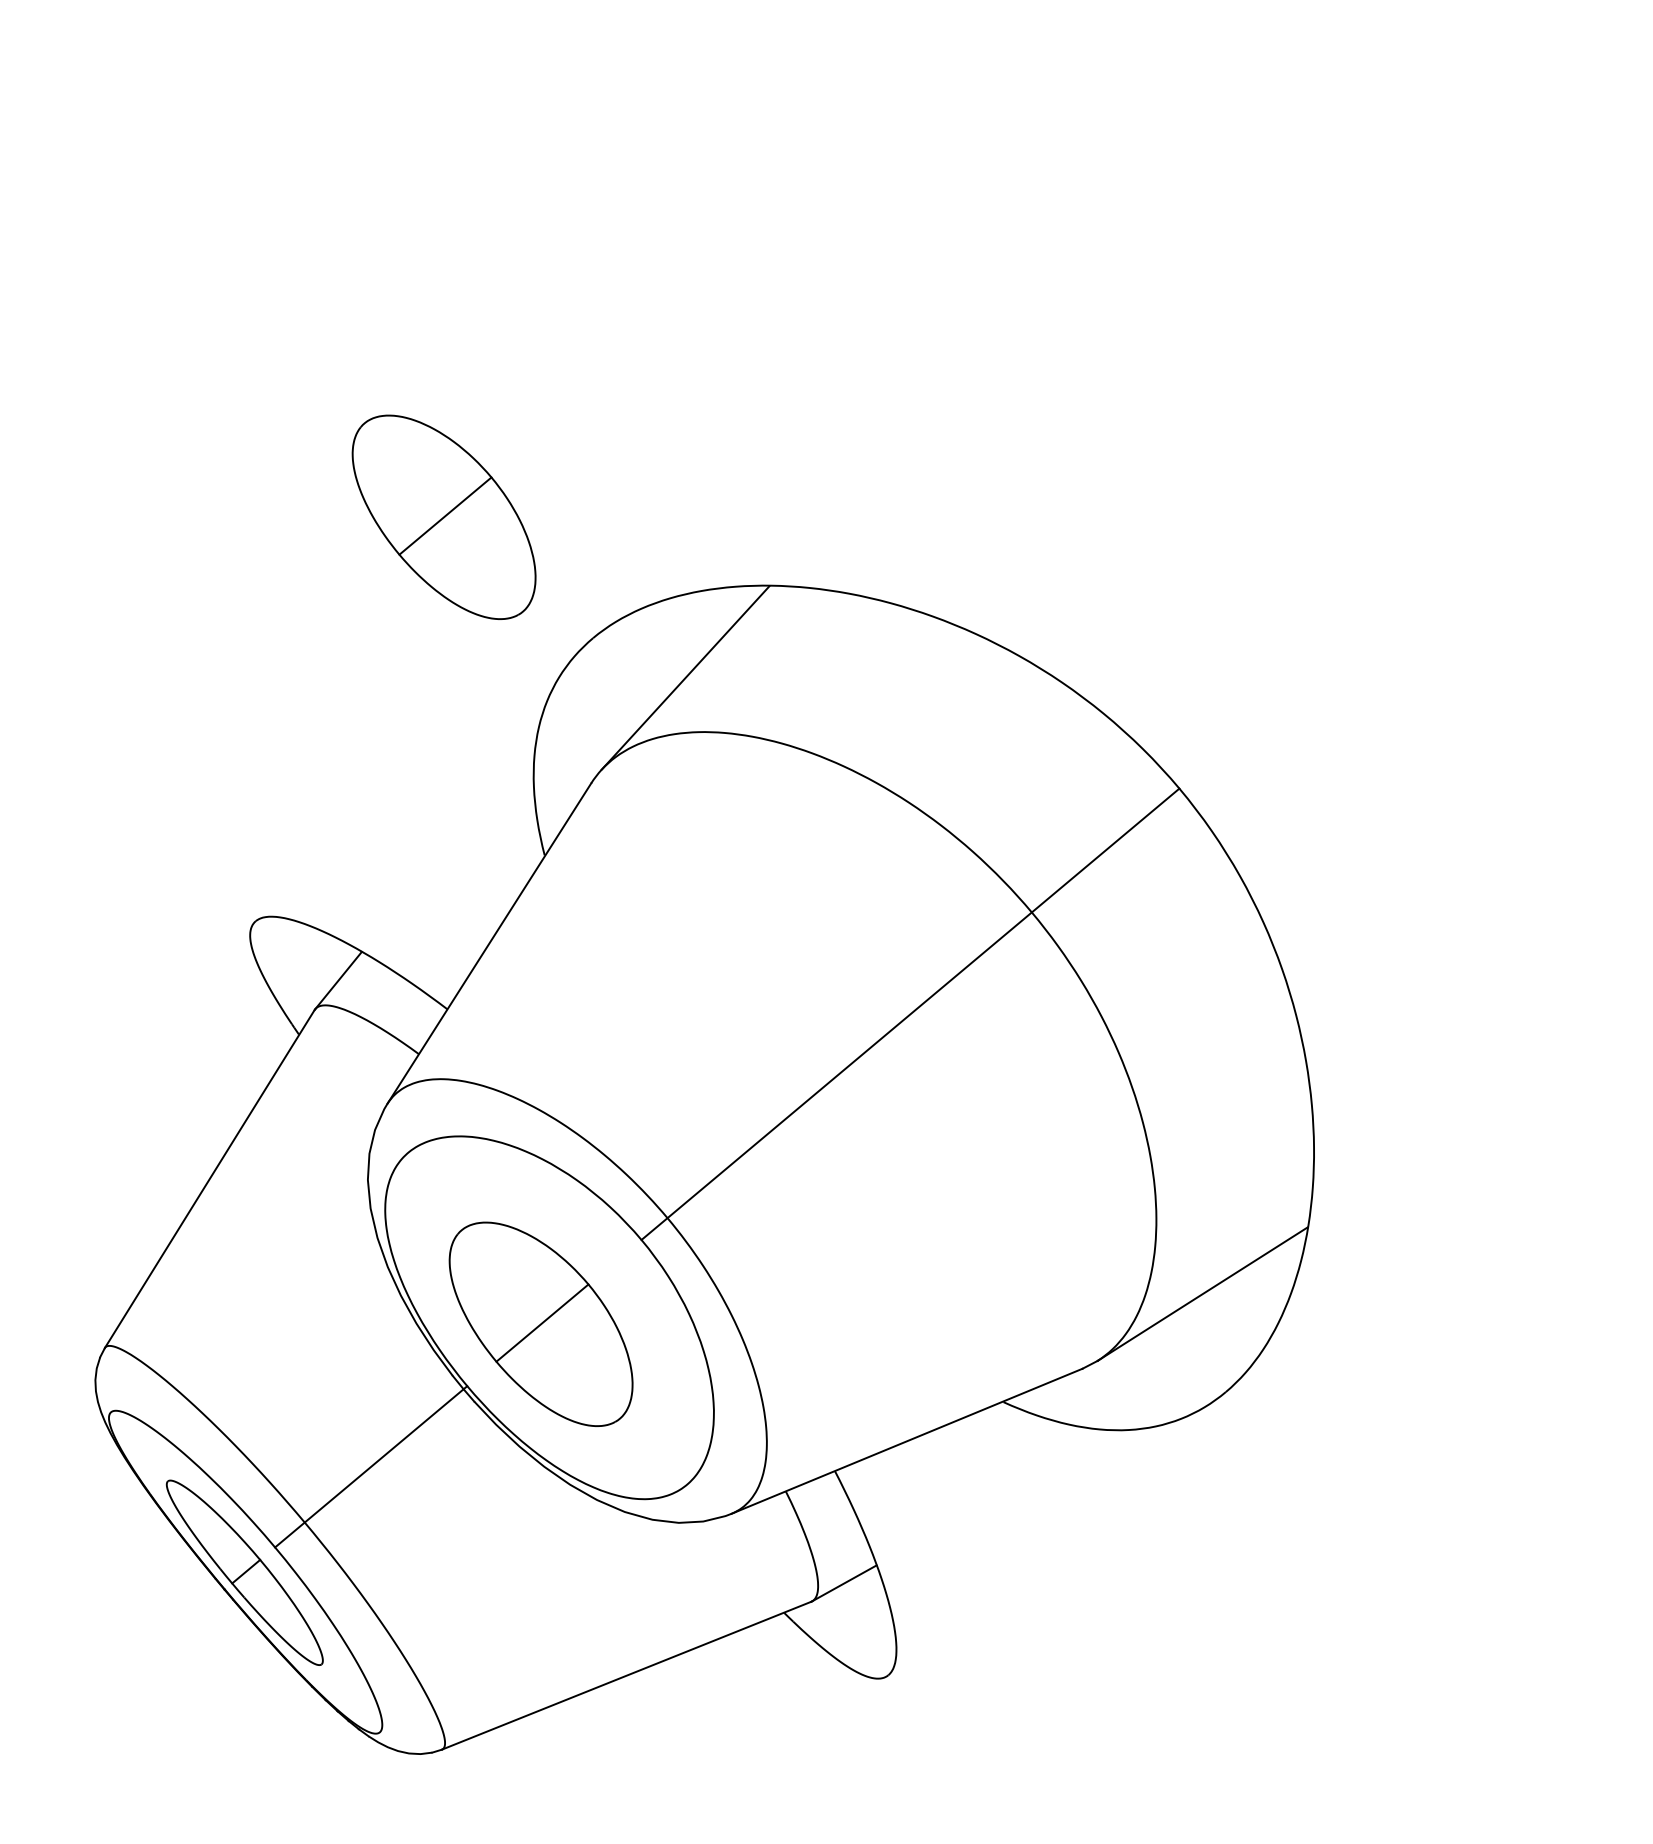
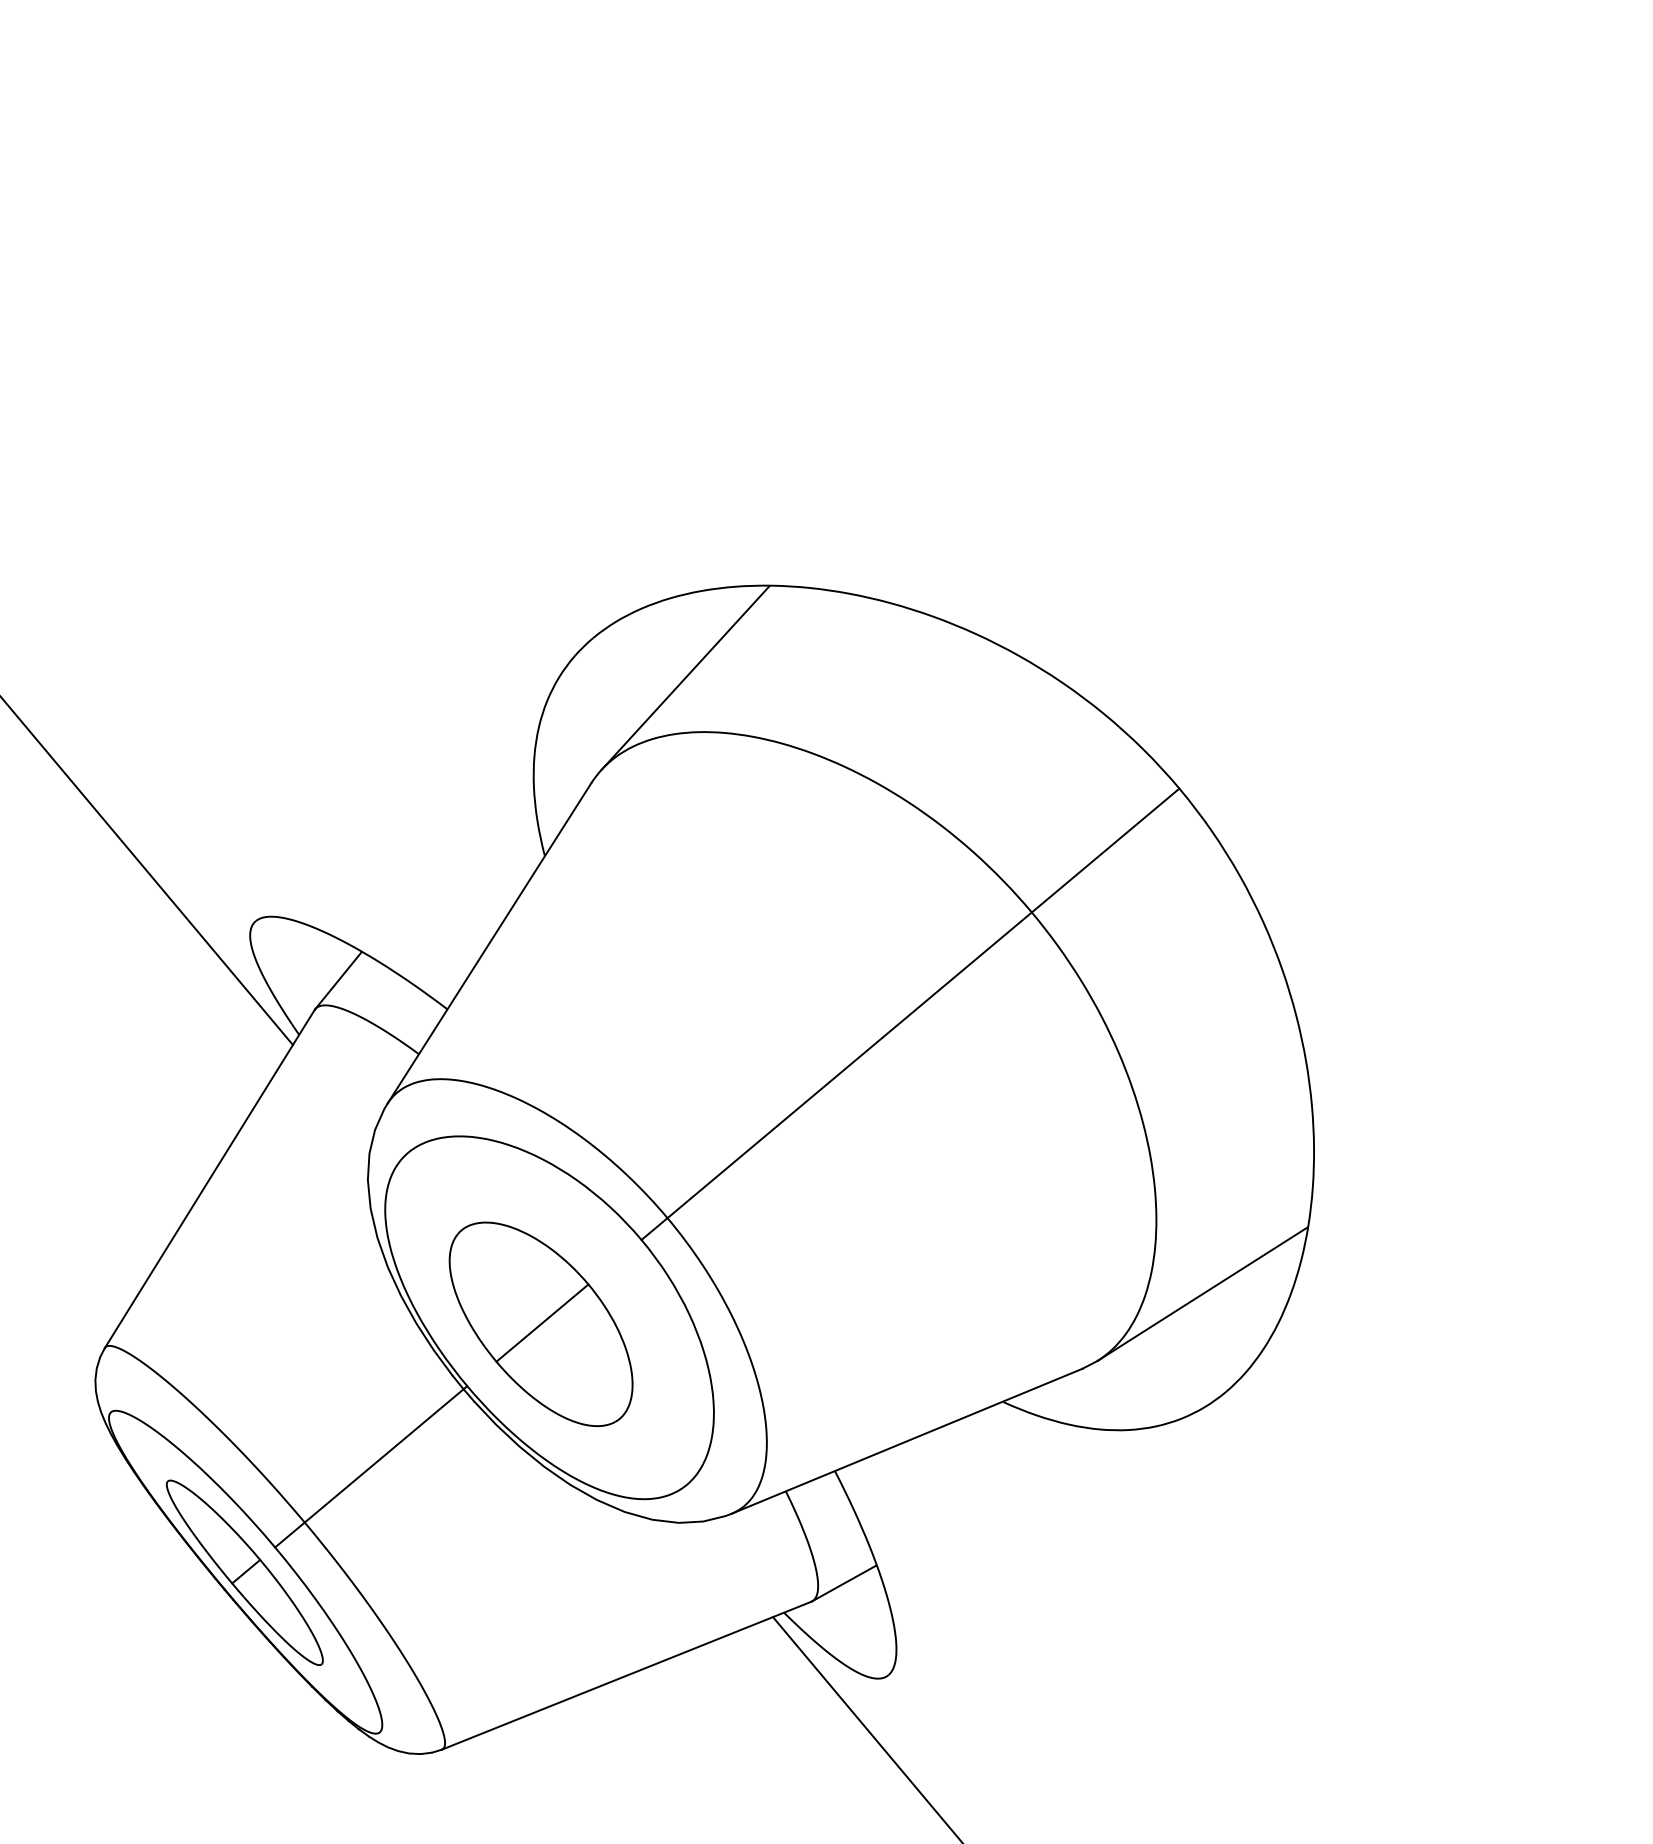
part at (443, 516): present -> none
line at (147, 871): none -> present
line at (866, 1728): none -> present
